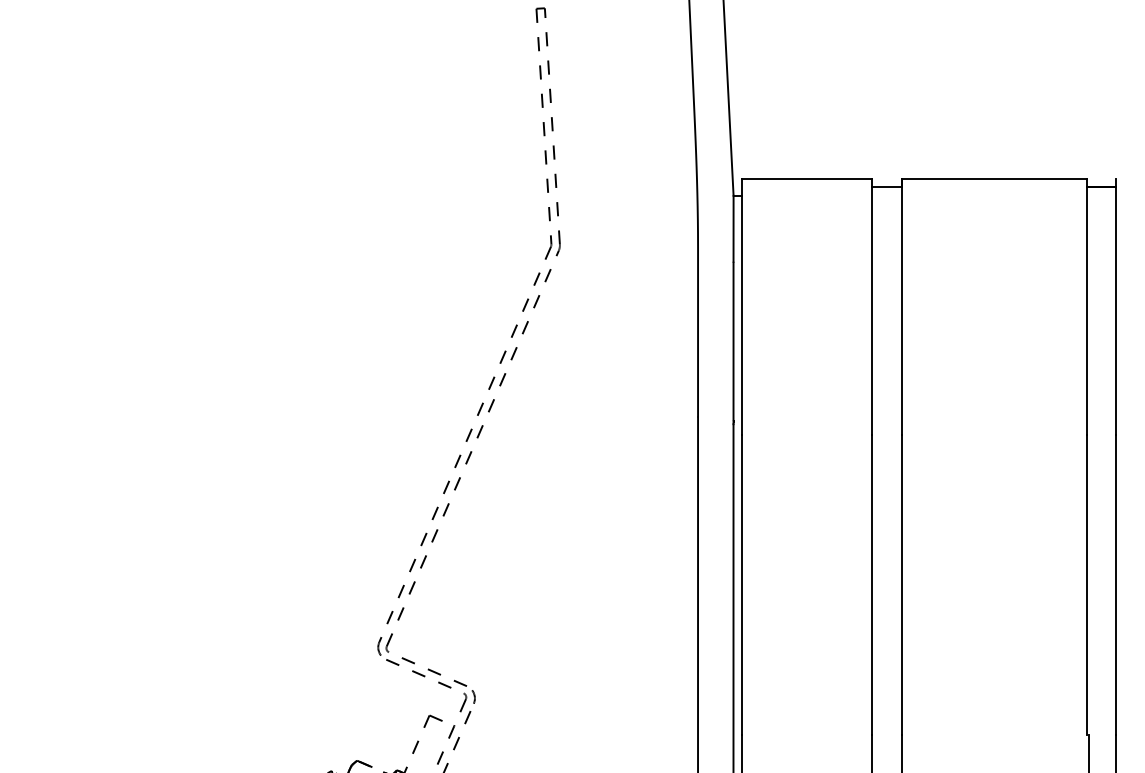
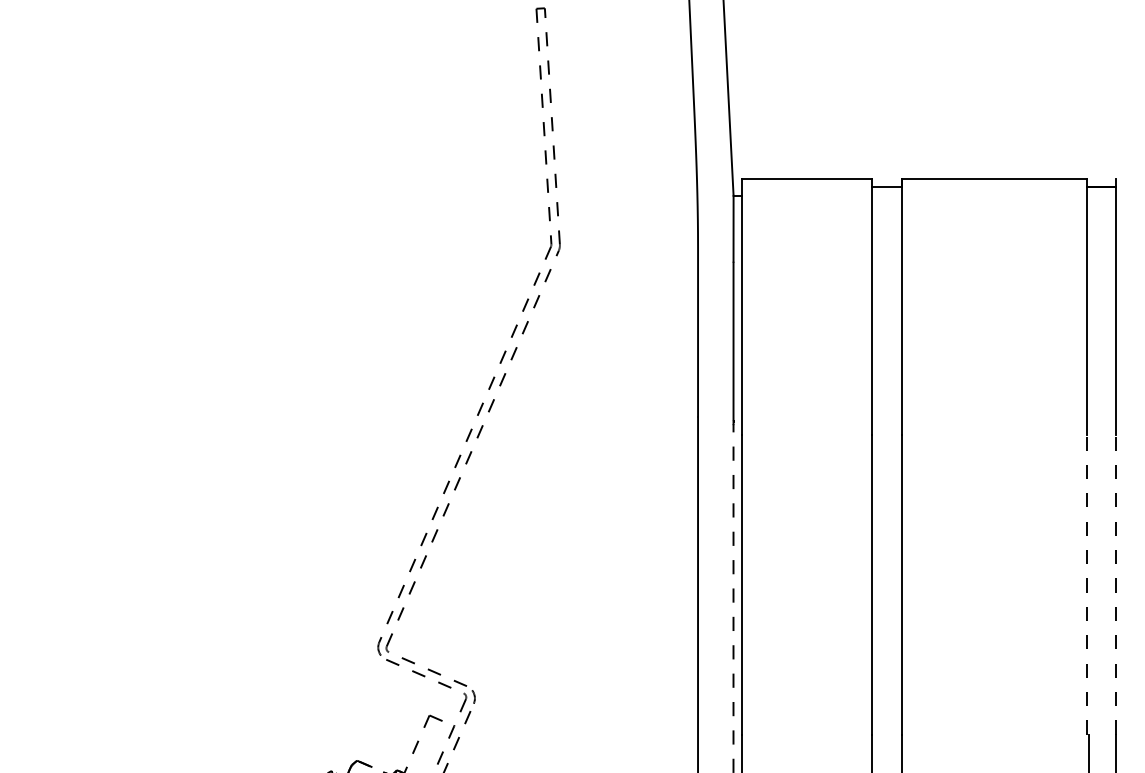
line at (1086, 584): solid -> dashed
line at (1115, 584): solid -> dashed
line at (733, 598): solid -> dashed
